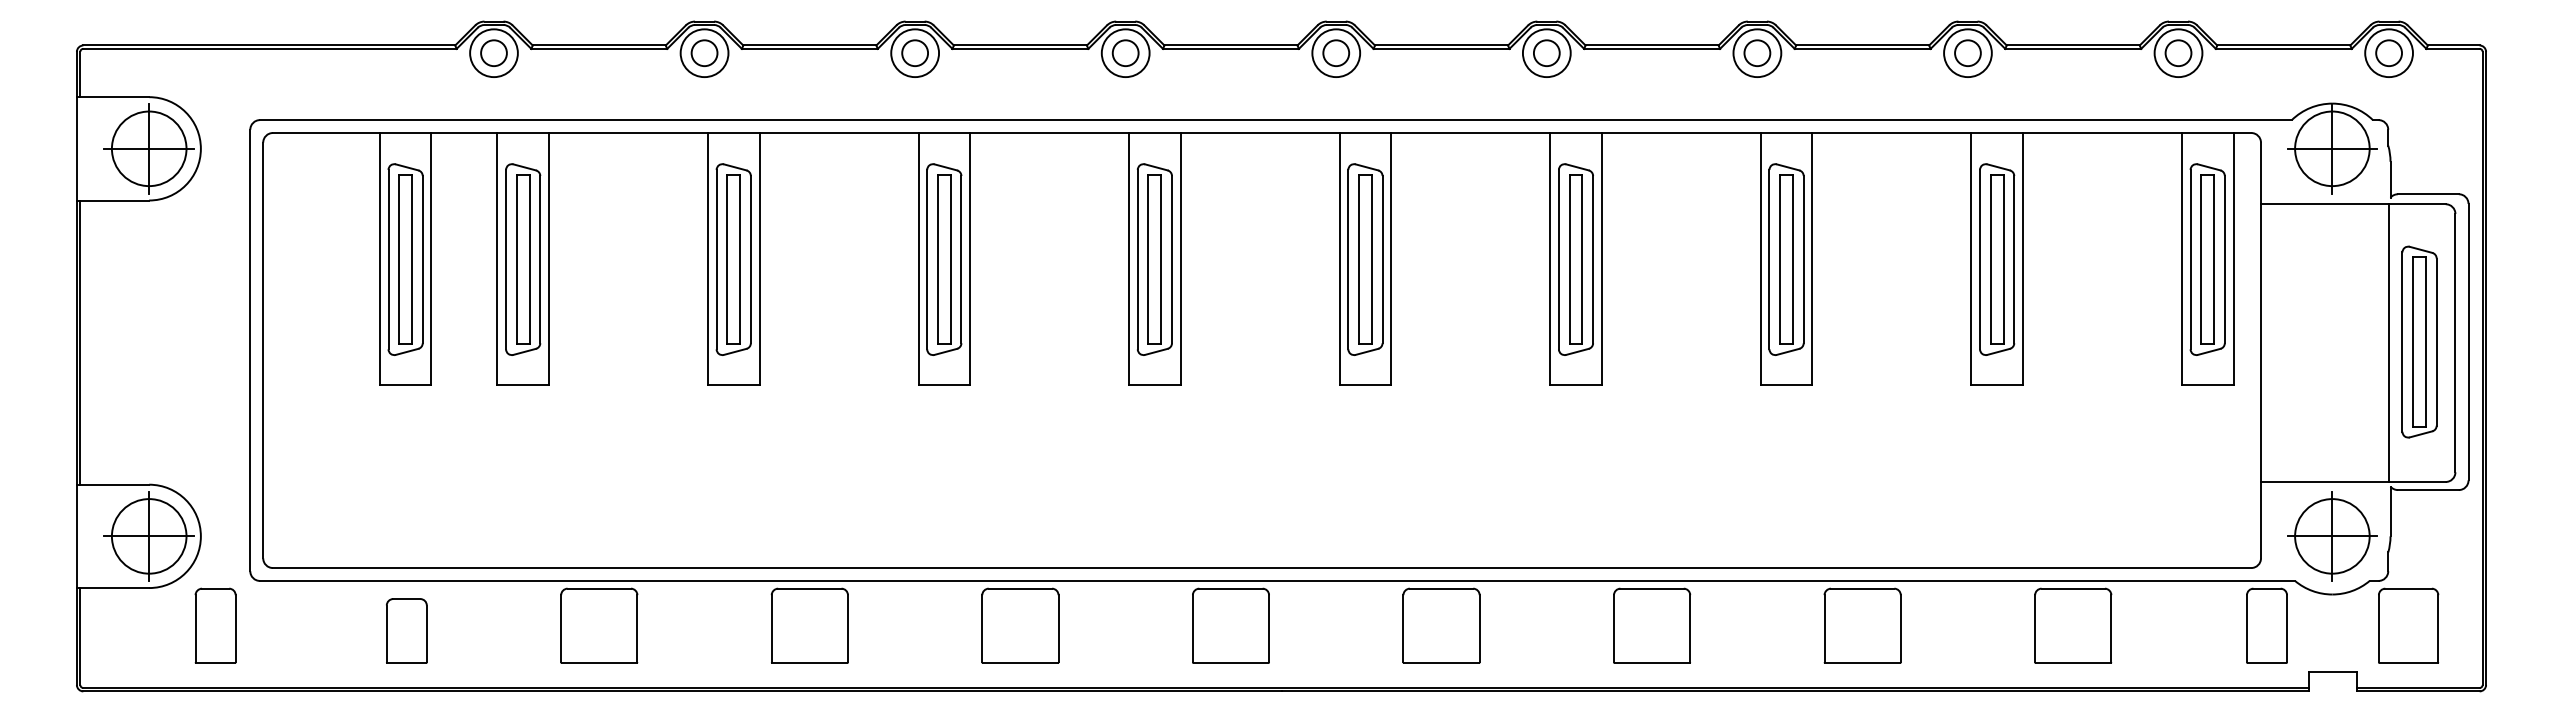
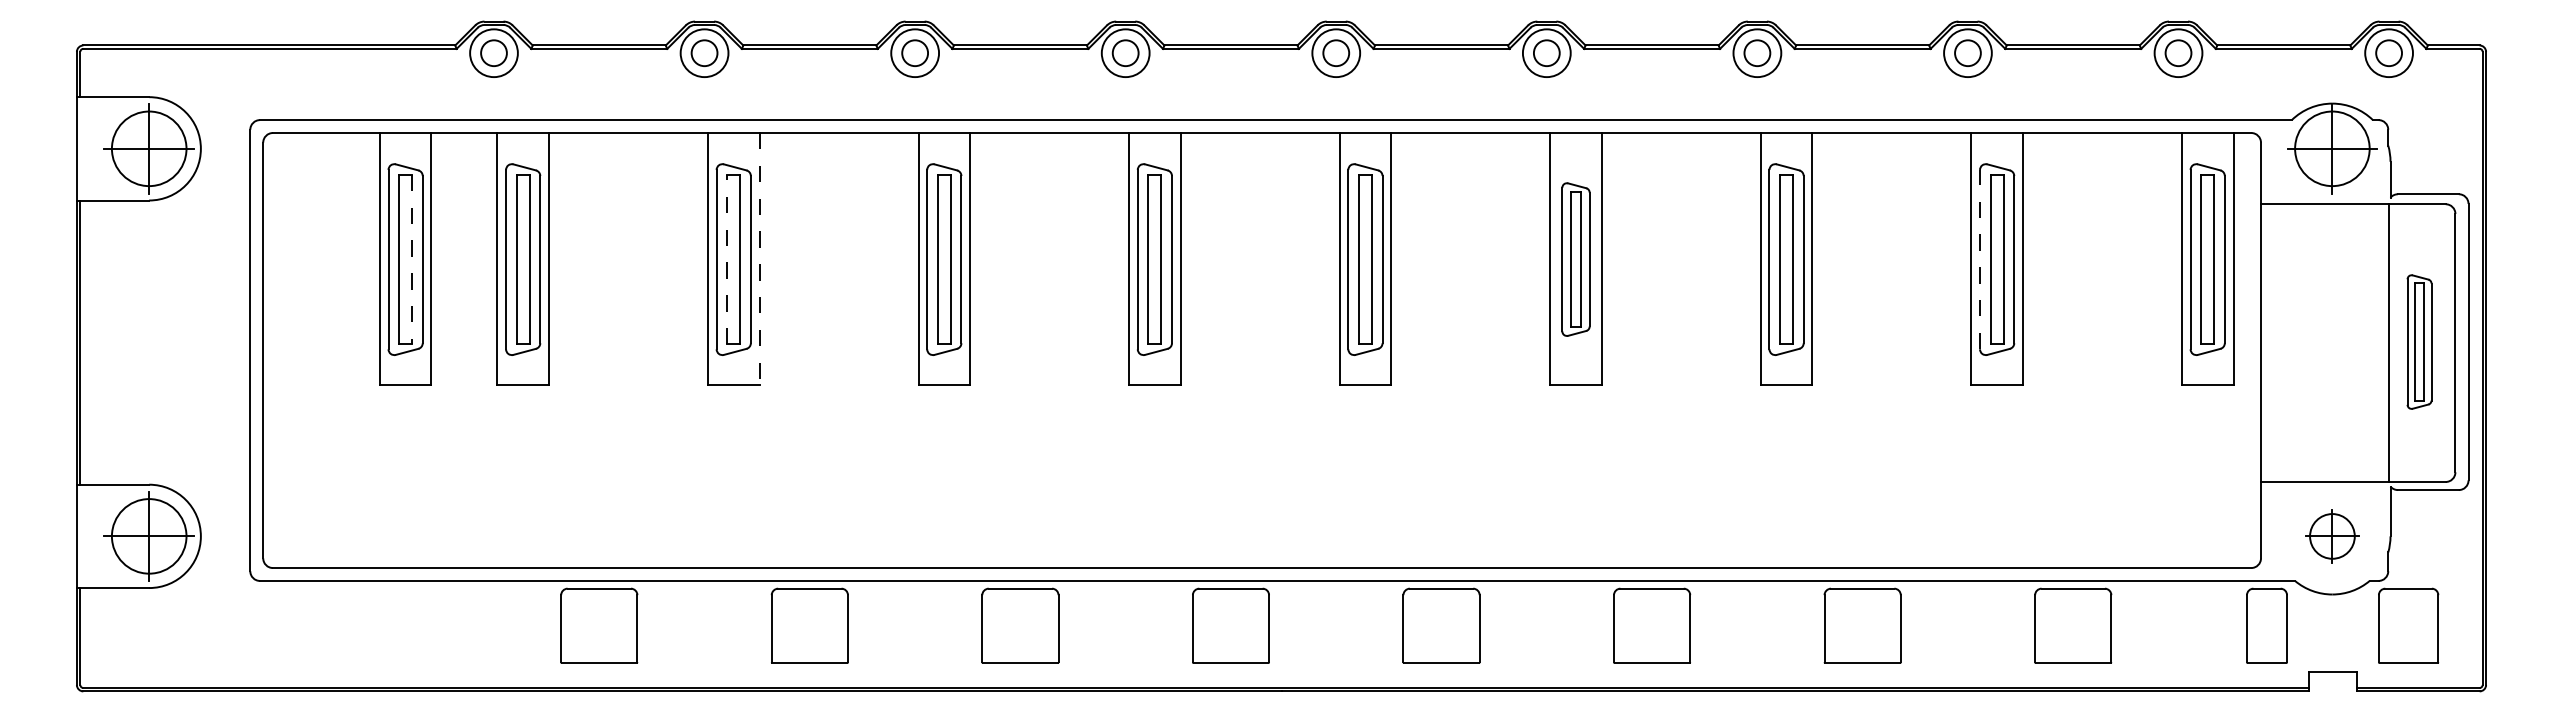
line at (412, 259): solid -> dashed
line at (727, 259): solid -> dashed
line at (759, 259): solid -> dashed
part at (1575, 259) size: 36x193 px -> 30x155 px
line at (1980, 259): solid -> dashed
part at (2419, 341) size: 37x194 px -> 27x136 px
part at (2332, 536) size: 91x91 px -> 55x55 px
part at (215, 625): present -> none
part at (406, 630): present -> none
